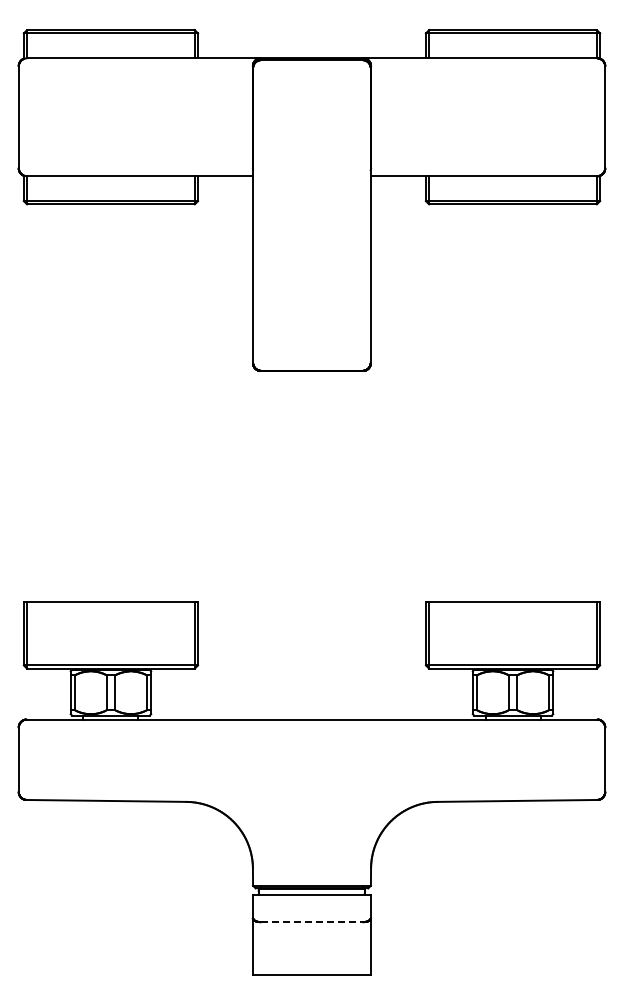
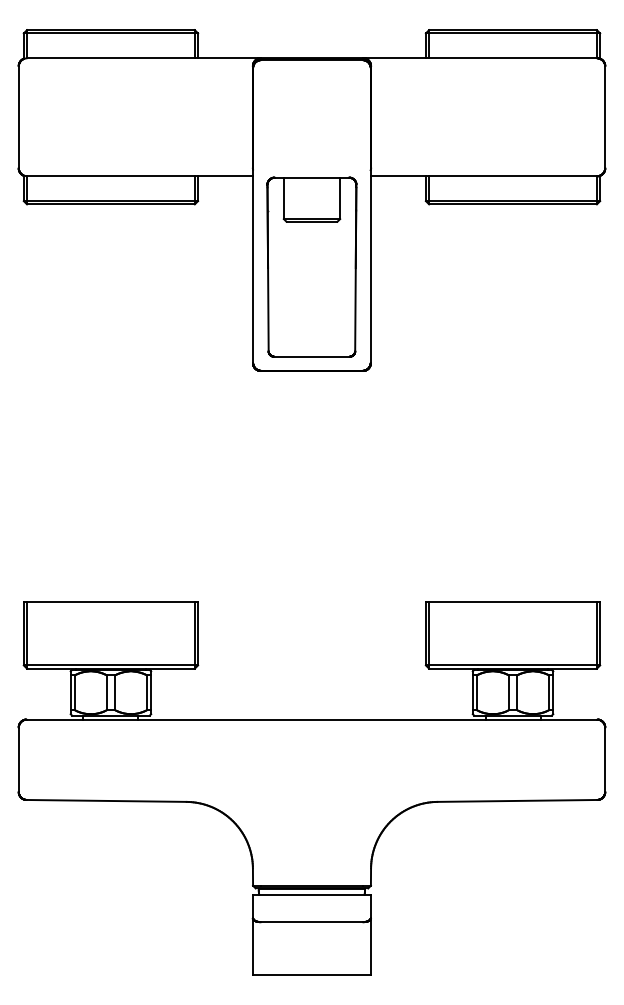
part at (311, 266): none -> present
line at (311, 922): dashed -> solid
